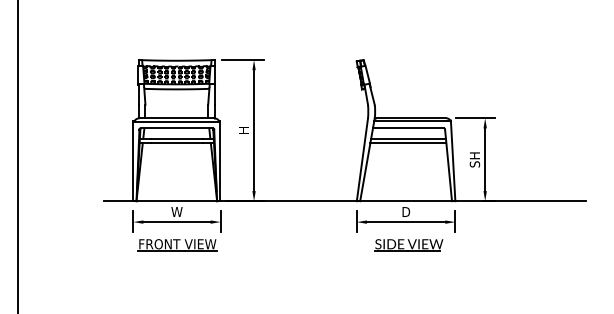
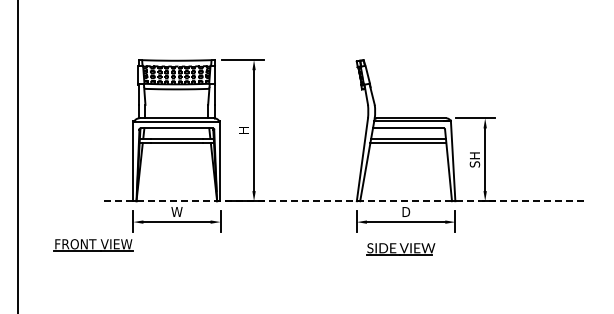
line at (345, 201): solid -> dashed
part at (177, 245) position: (177, 245) -> (93, 245)
part at (408, 245) position: (408, 245) -> (400, 249)
